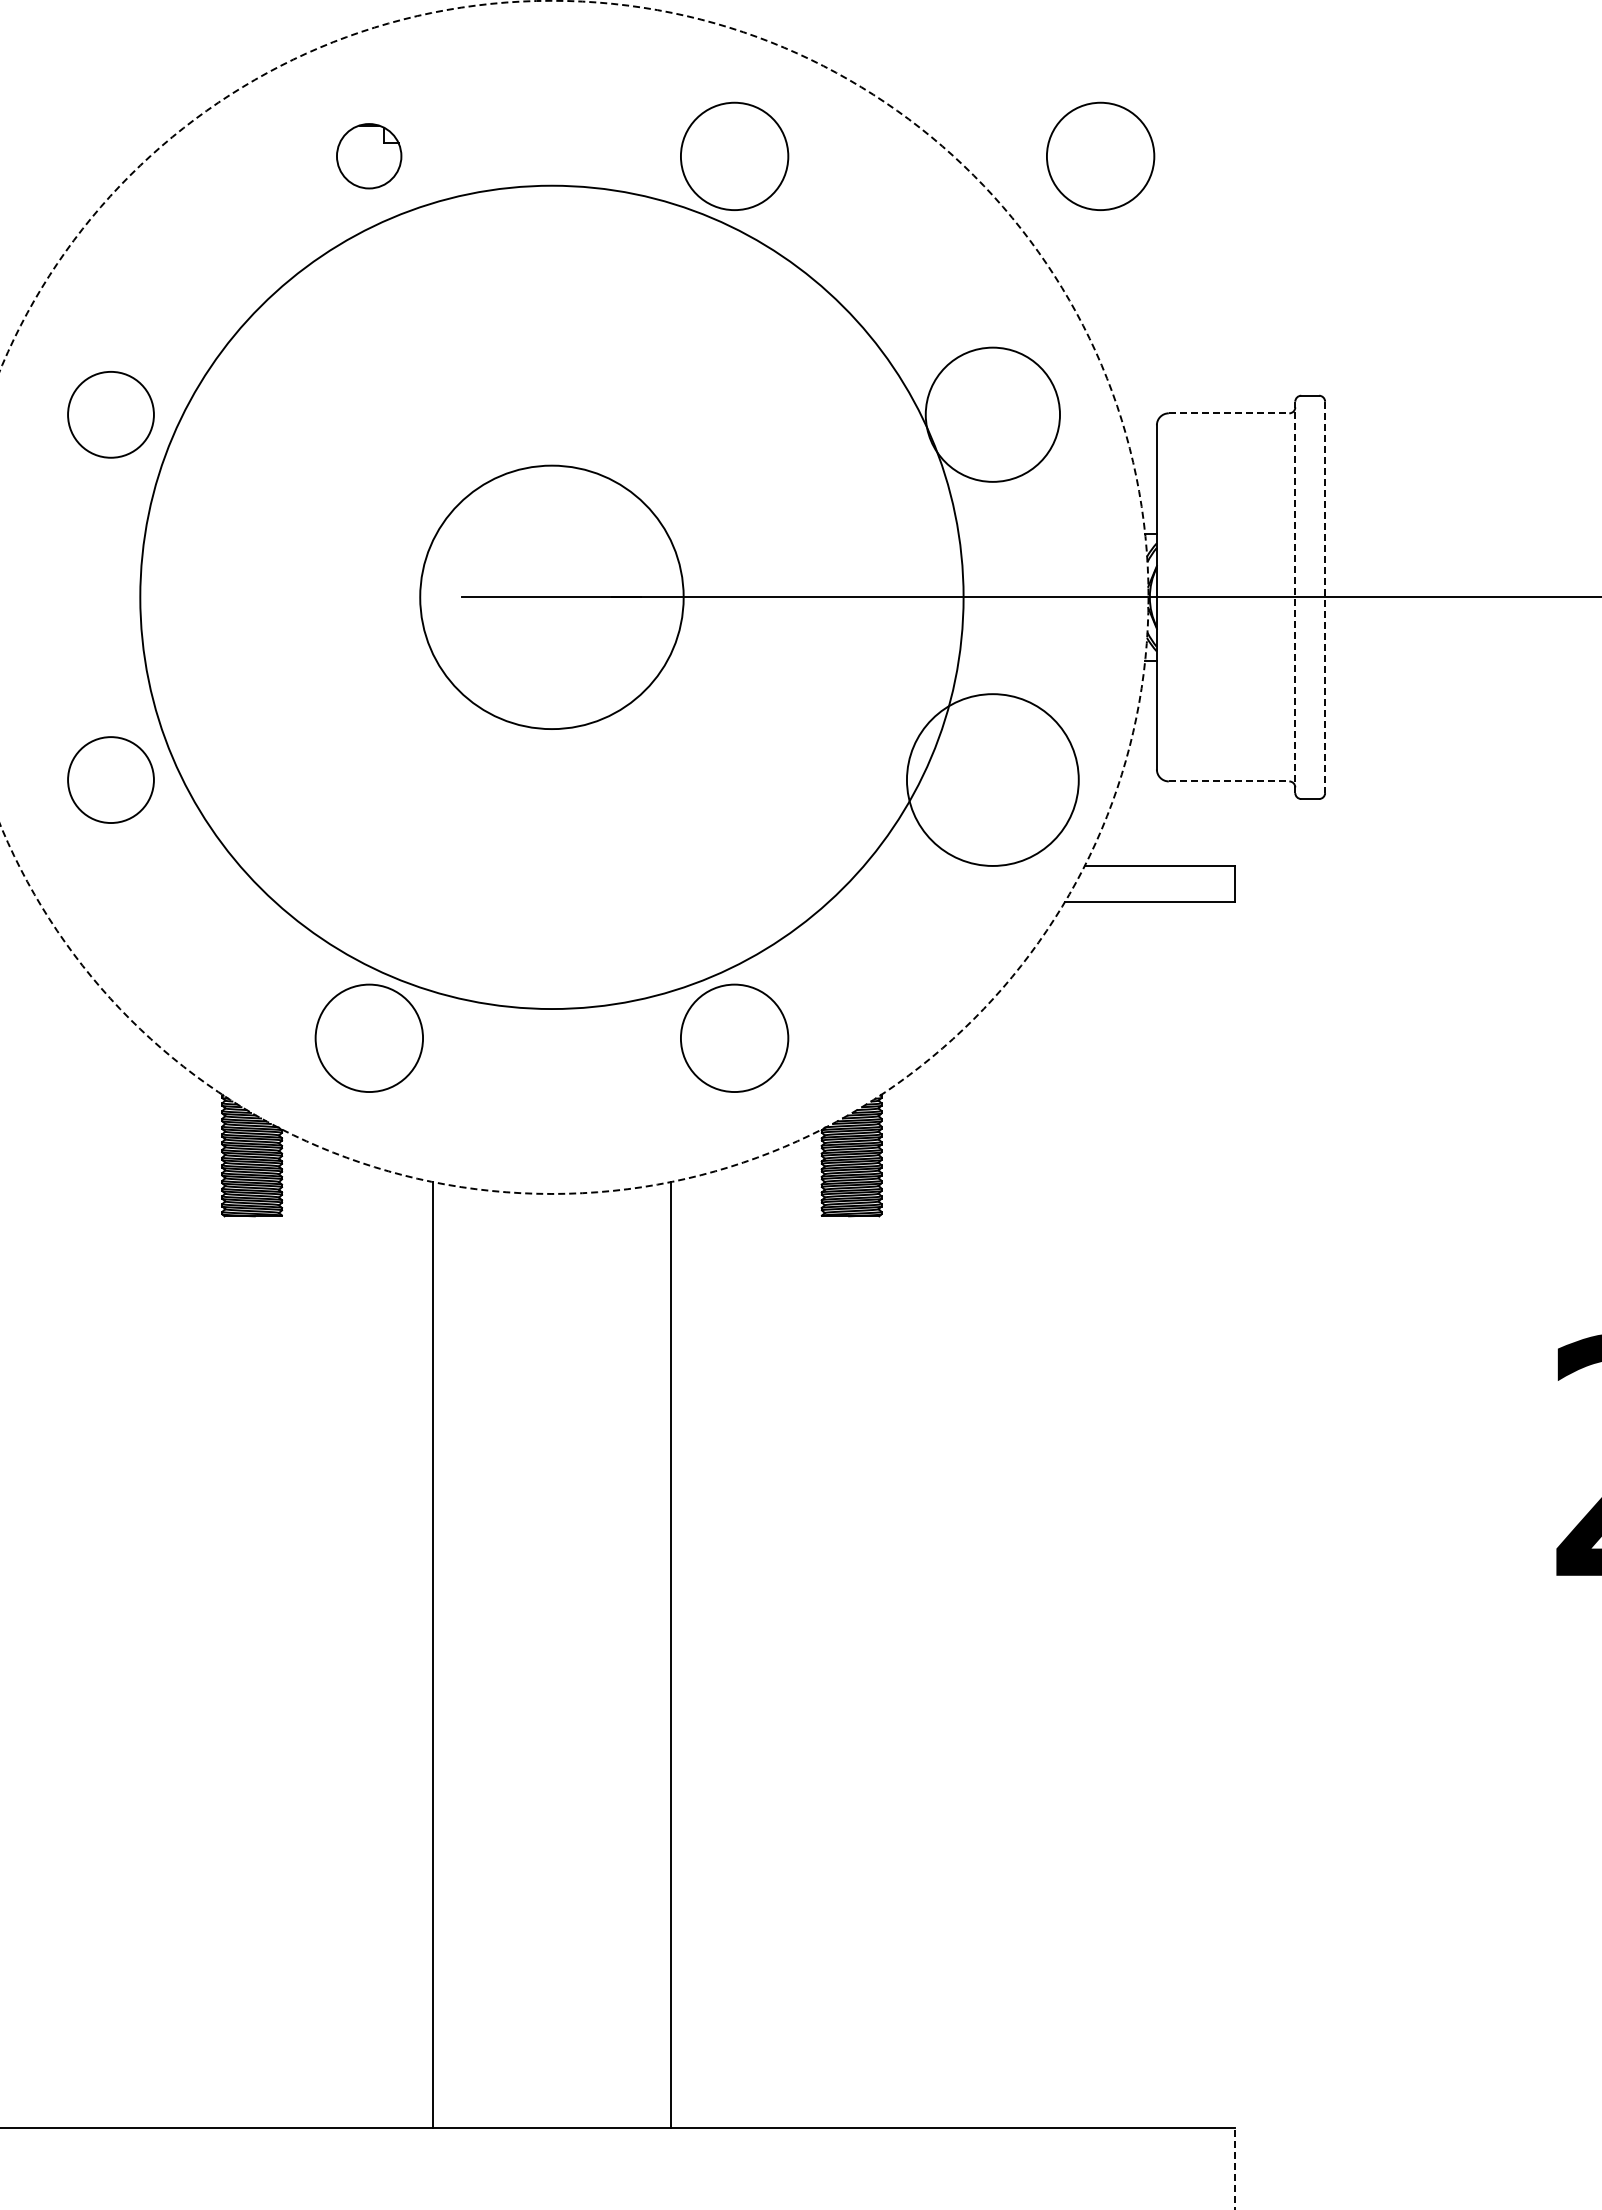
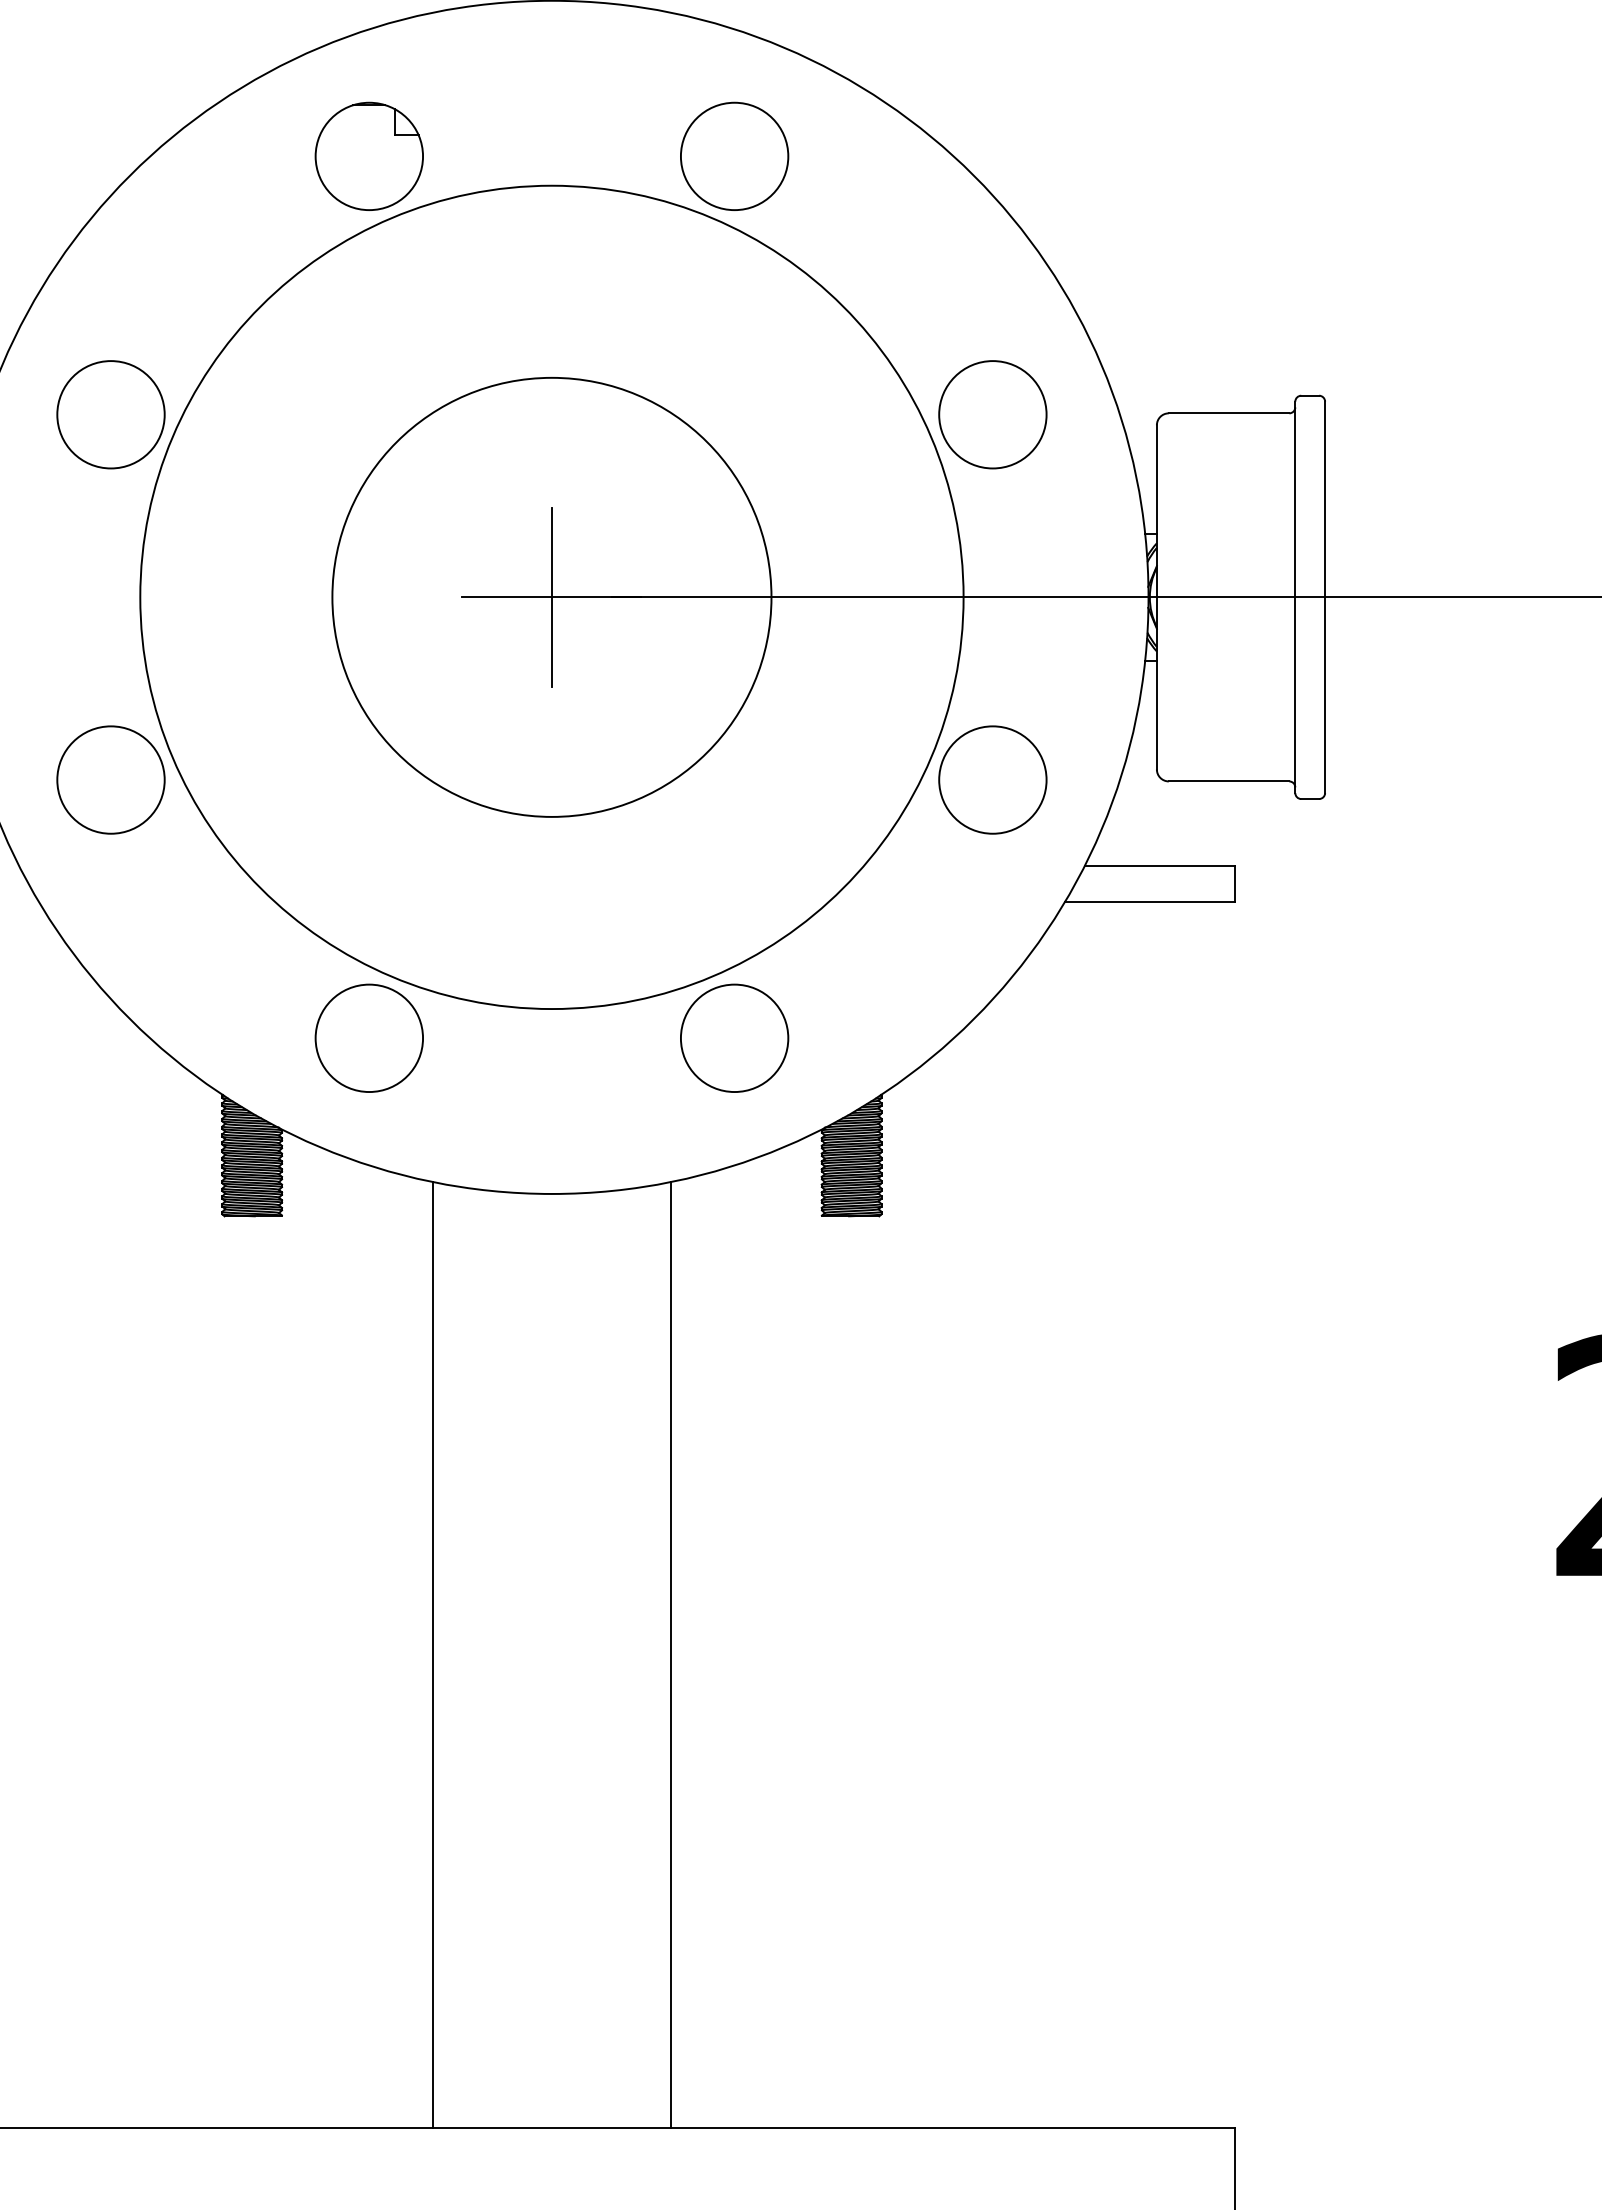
circle at (1100, 155): present -> none
part at (369, 156) size: 67x67 px -> 110x110 px
line at (1229, 413): dashed -> solid
circle at (110, 414) size: 88x88 px -> 110x110 px
circle at (992, 414) diameter: 134 px -> 107 px
line at (551, 596): none -> present
circle at (574, 596): dashed -> solid
circle at (551, 597) diameter: 263 px -> 439 px
line at (1295, 597): dashed -> solid
line at (1325, 597): dashed -> solid
circle at (992, 779) diameter: 172 px -> 107 px
circle at (110, 780) diameter: 86 px -> 107 px
line at (1229, 781): dashed -> solid
line at (1235, 2168): dashed -> solid
